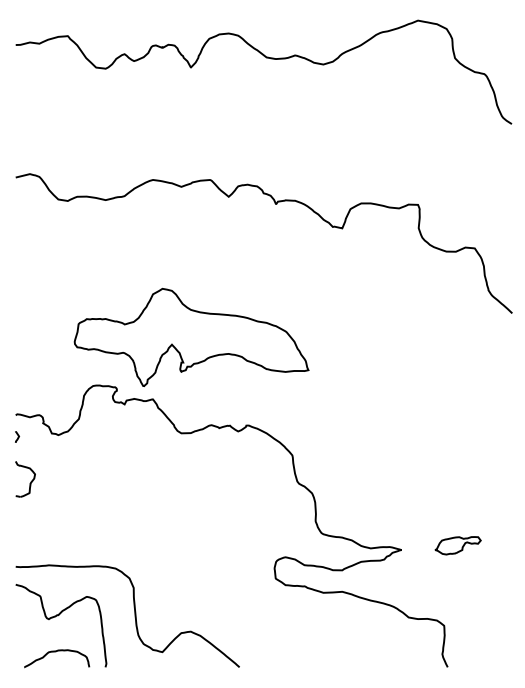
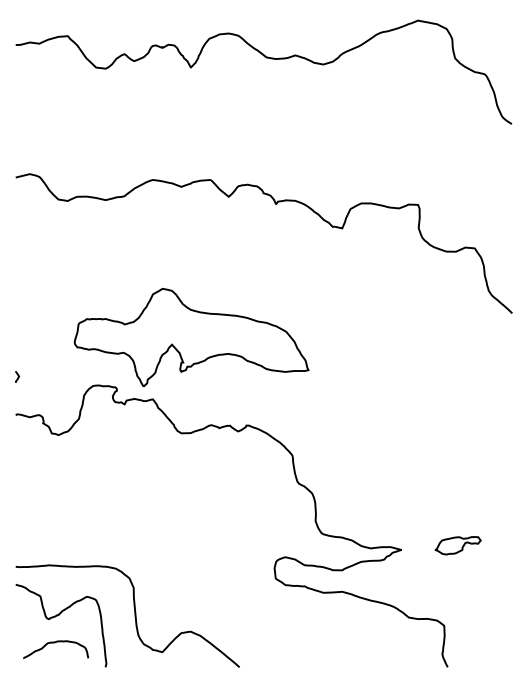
curve at (17, 436) position: (17, 436) -> (17, 376)
part at (25, 479): present -> none
curve at (56, 652) position: (56, 652) -> (55, 643)
